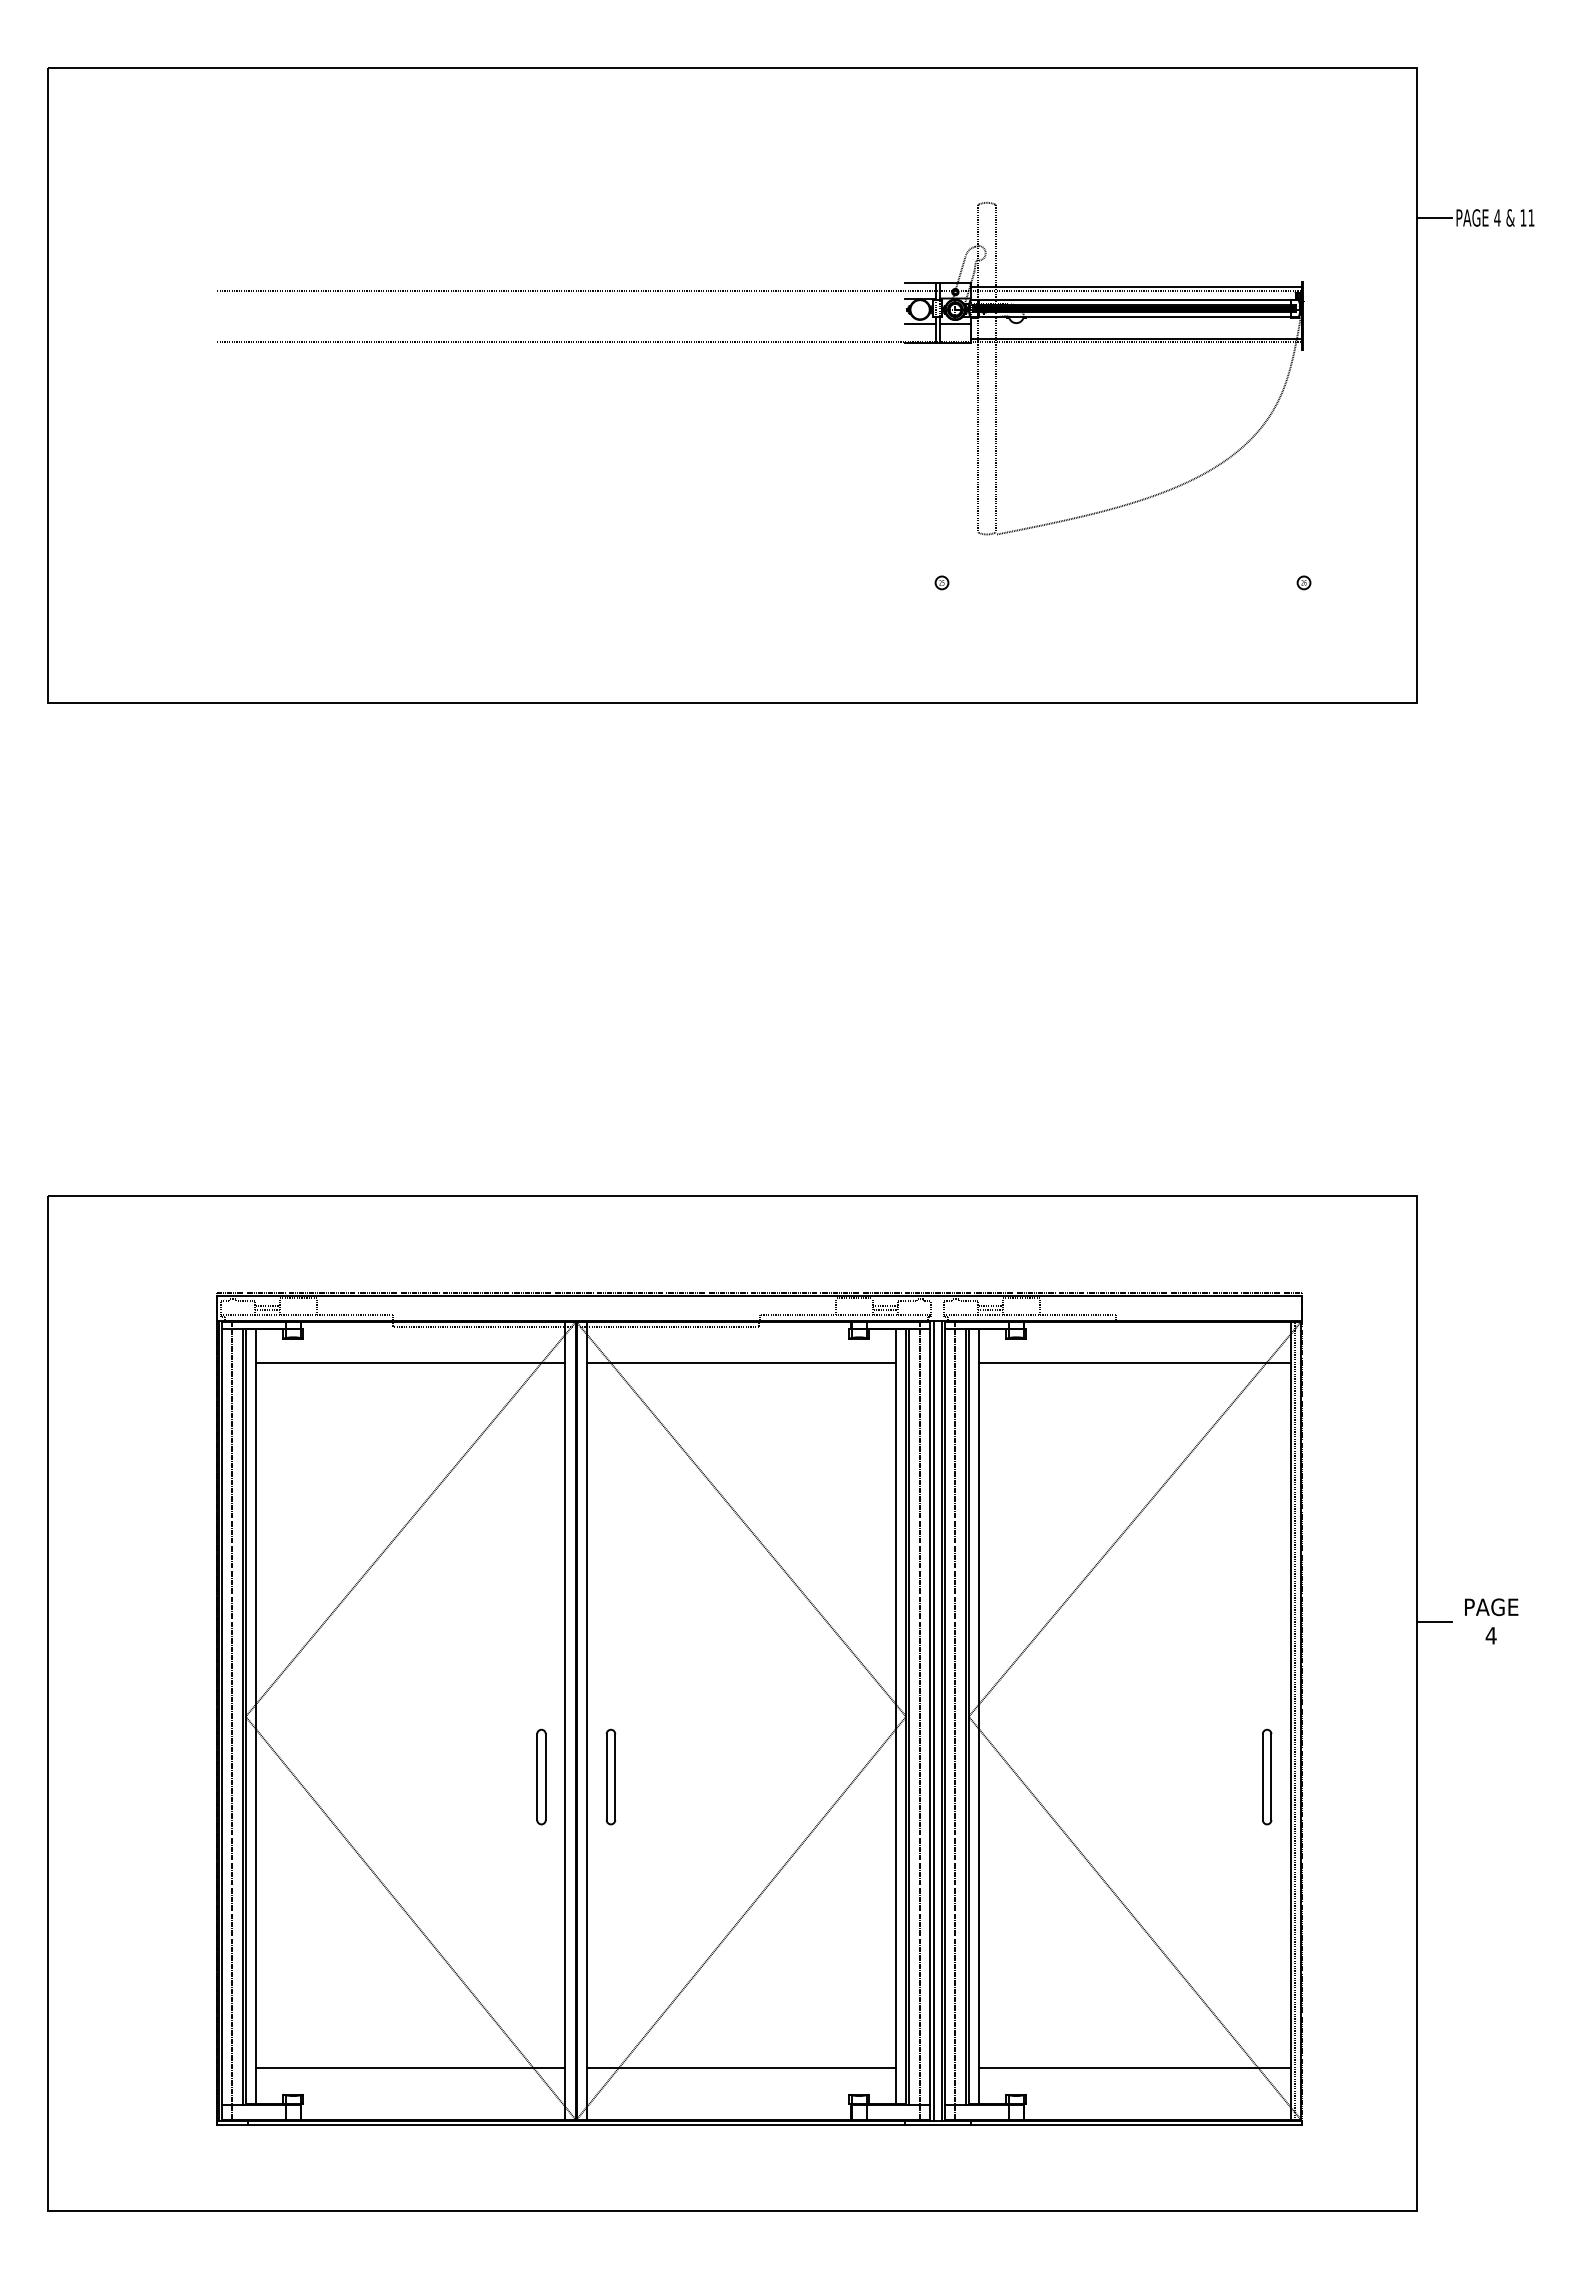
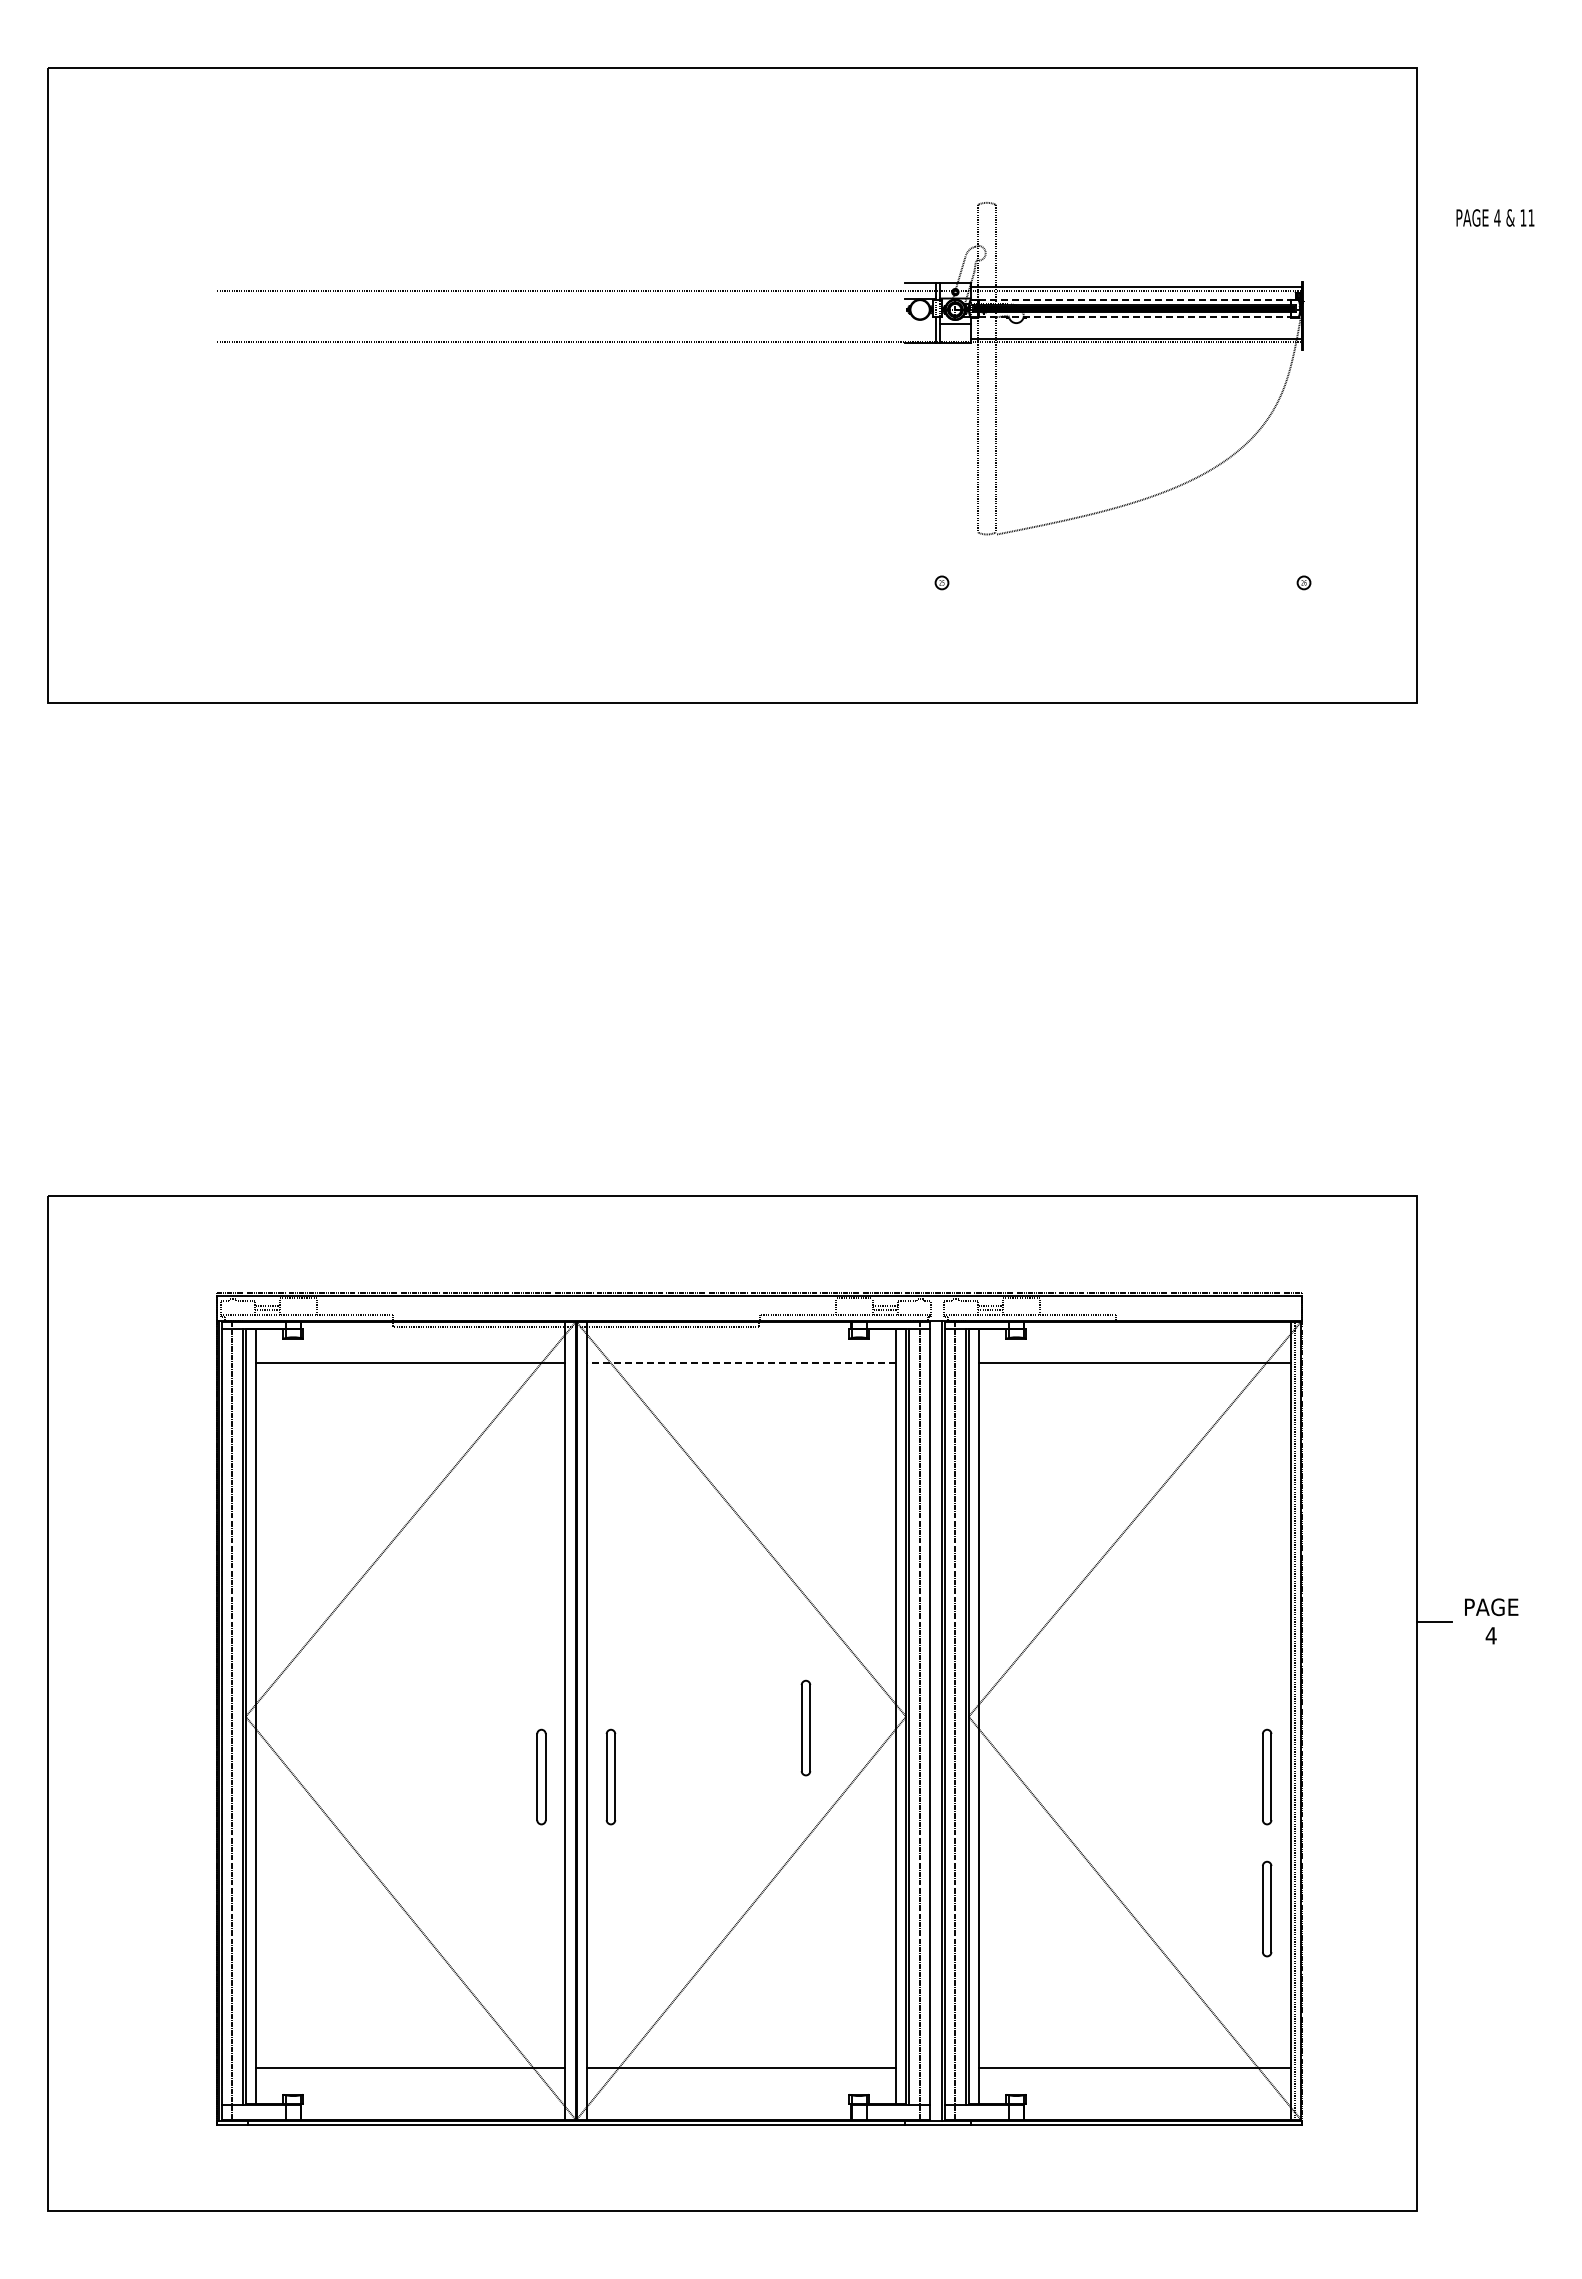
line at (1434, 217): present -> none
line at (1135, 300): solid -> dashed
line at (1135, 317): solid -> dashed
line at (919, 323): present -> none
line at (741, 1362): solid -> dashed
line at (933, 1721): present -> none
part at (805, 1727): none -> present
part at (1267, 1908): none -> present
